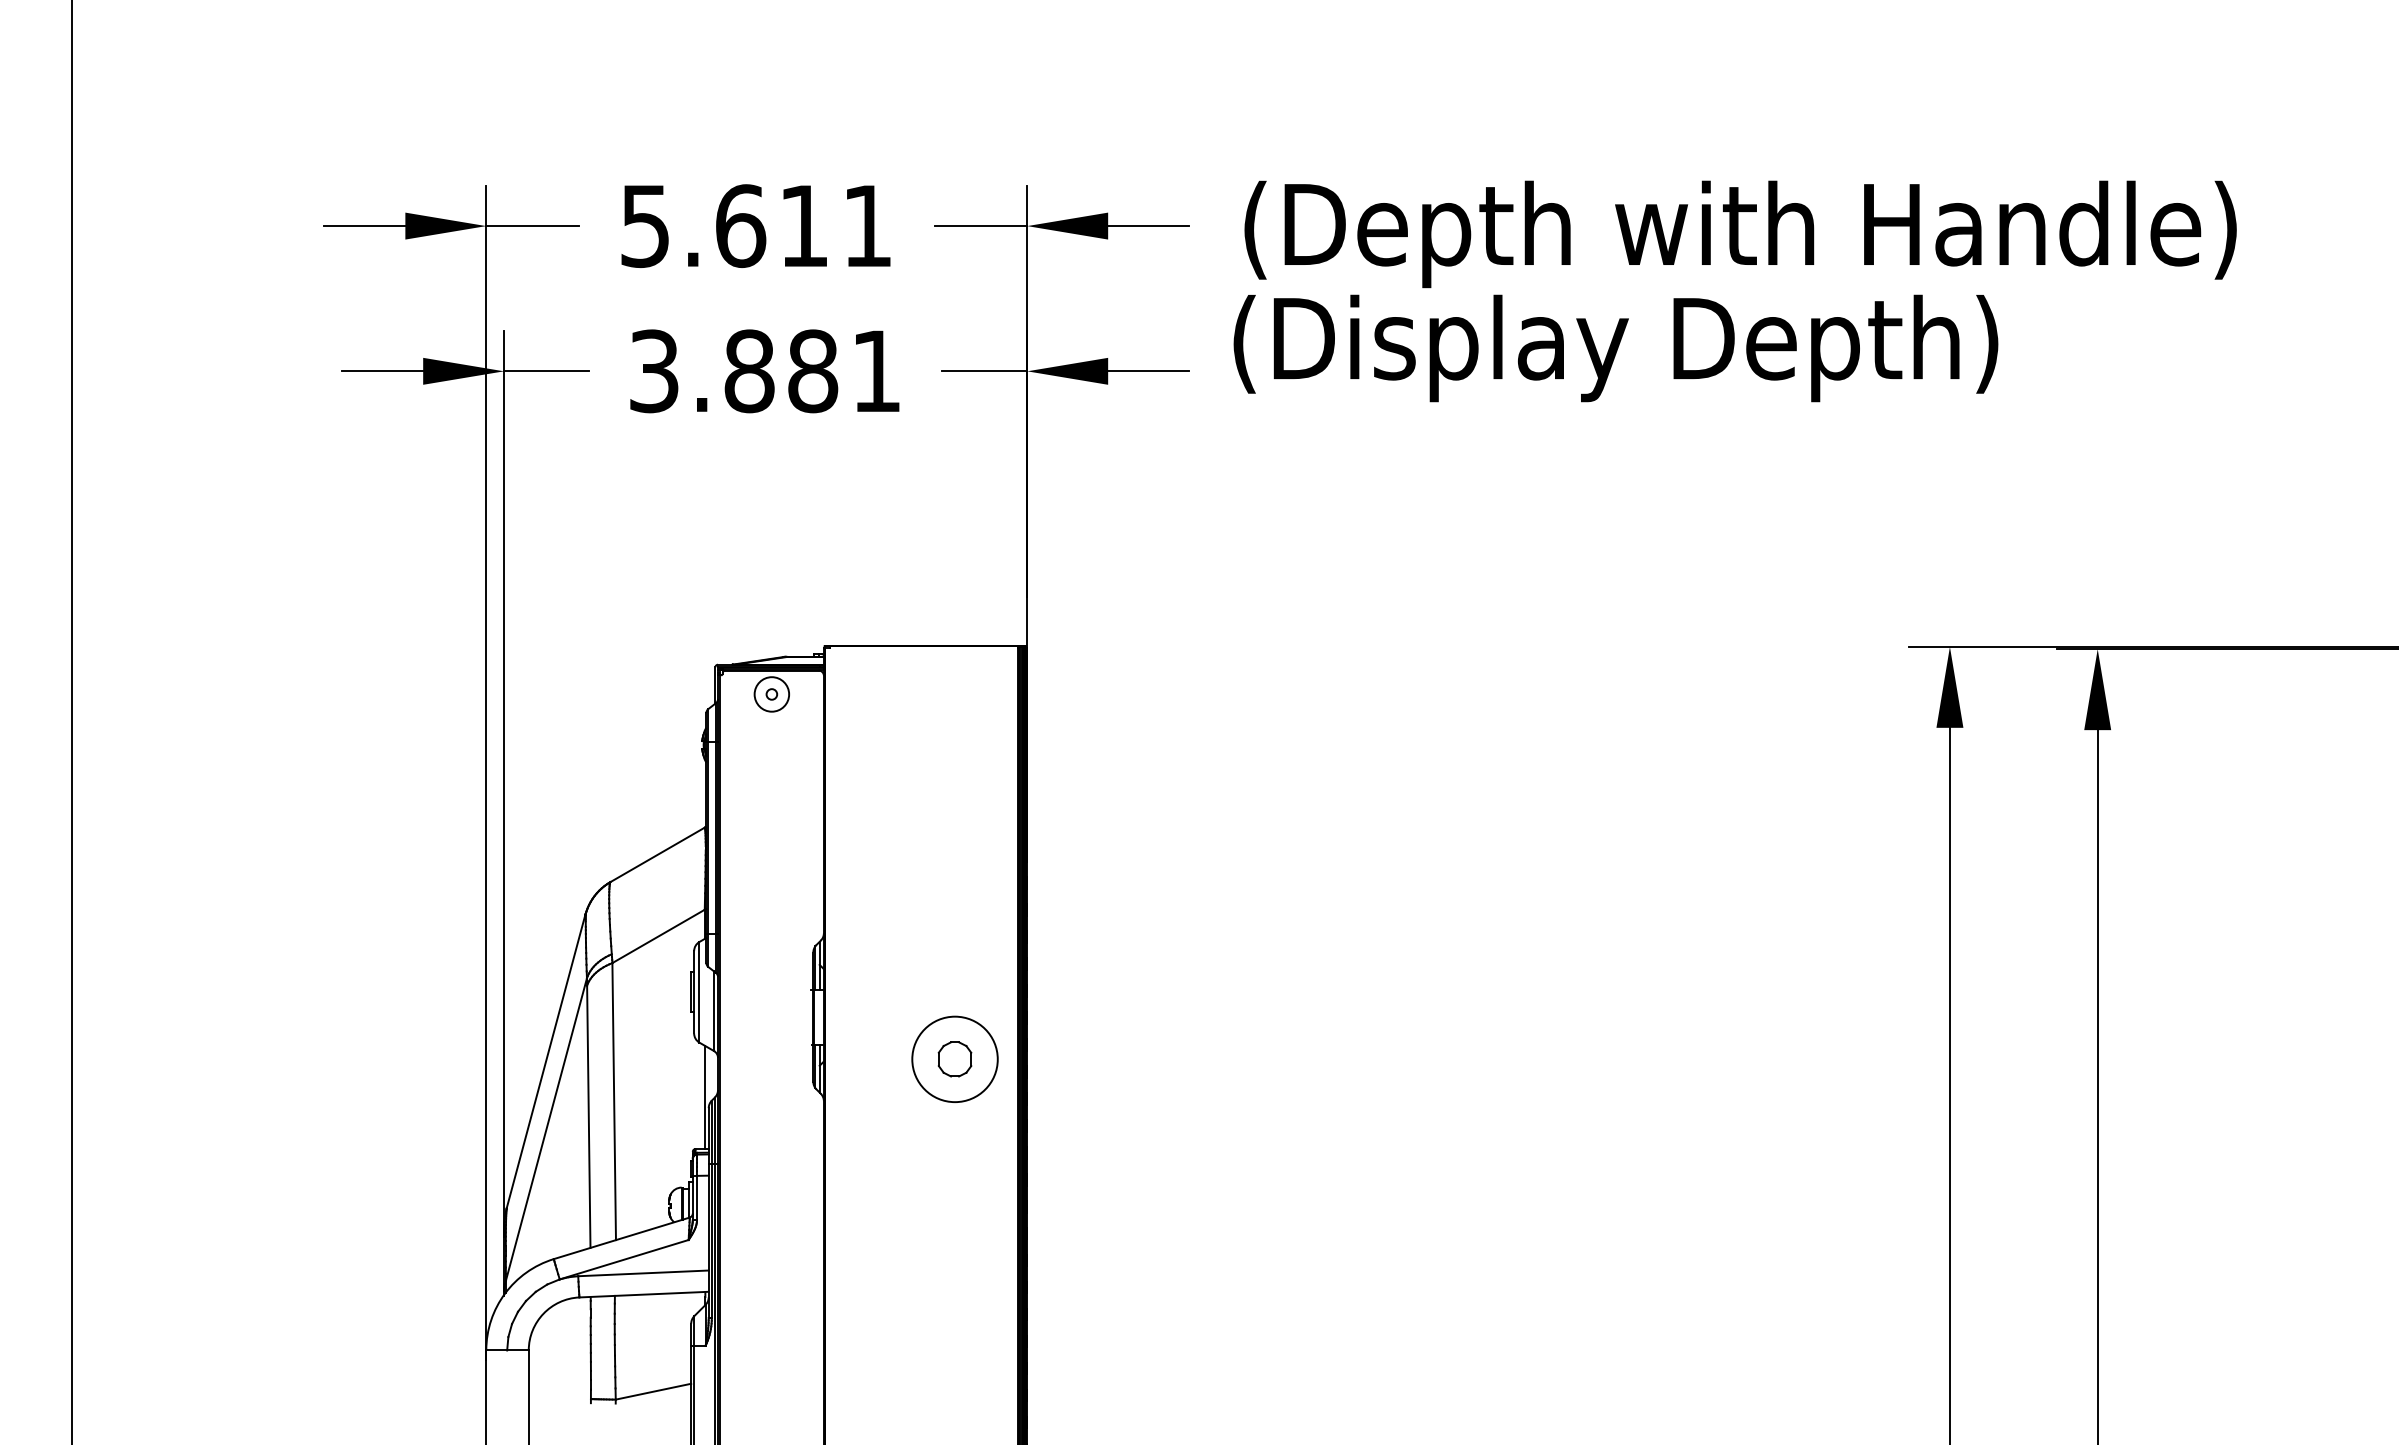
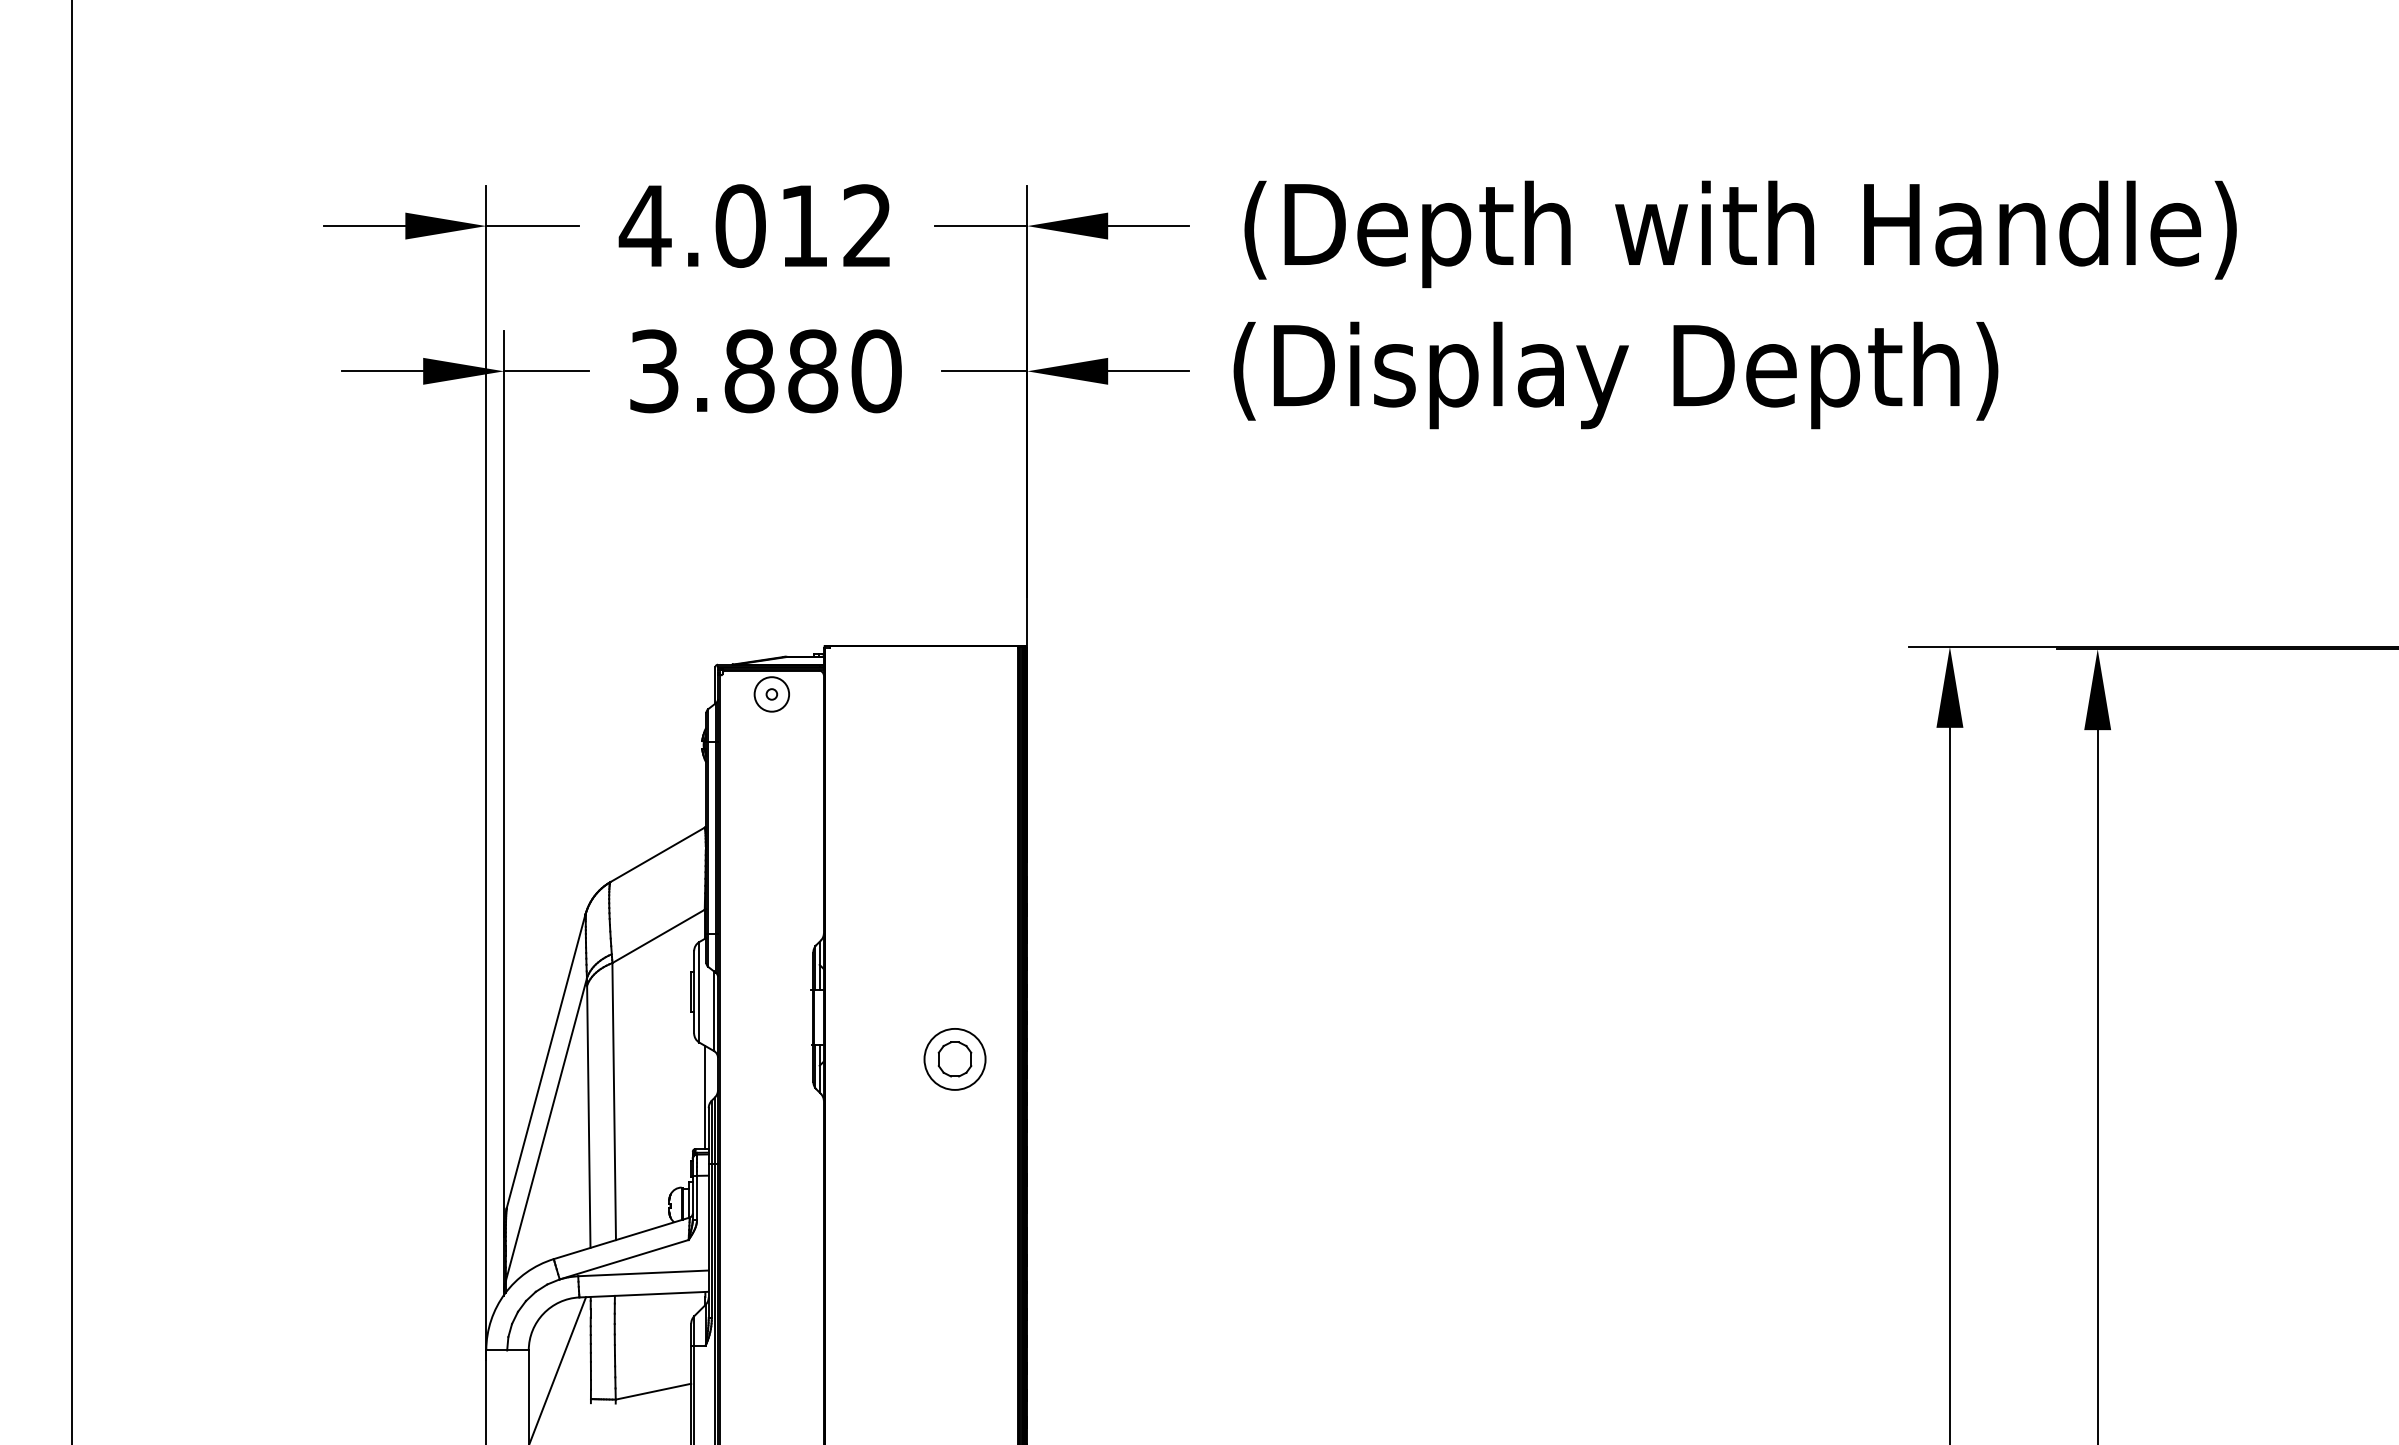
text at (754, 226): 5.611 -> 4.012
text at (1615, 348) position: (1615, 348) -> (1615, 375)
text at (876, 371): 3.881 -> 3.880
circle at (954, 1059) diameter: 85 px -> 61 px
line at (558, 1369): none -> present
